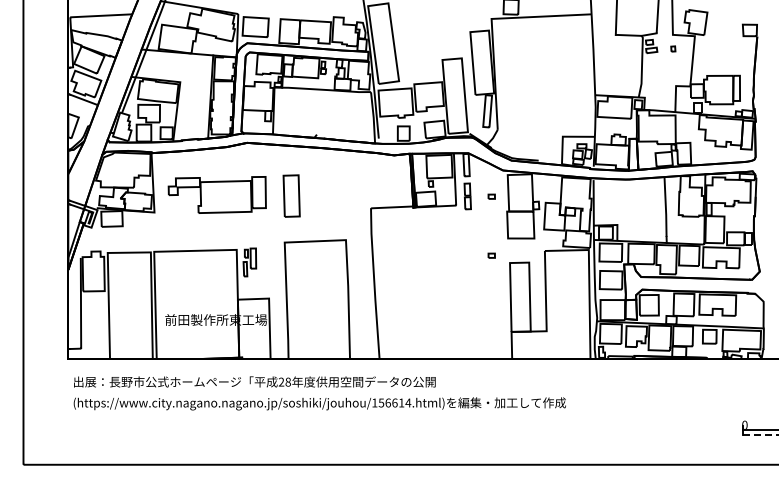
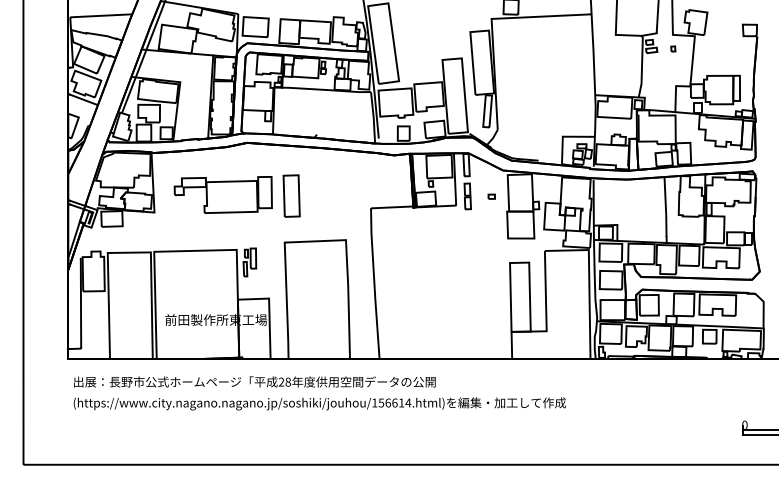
part at (216, 194) position: (216, 194) -> (222, 194)
part at (491, 255): present -> none
line at (761, 434): dashed -> solid
